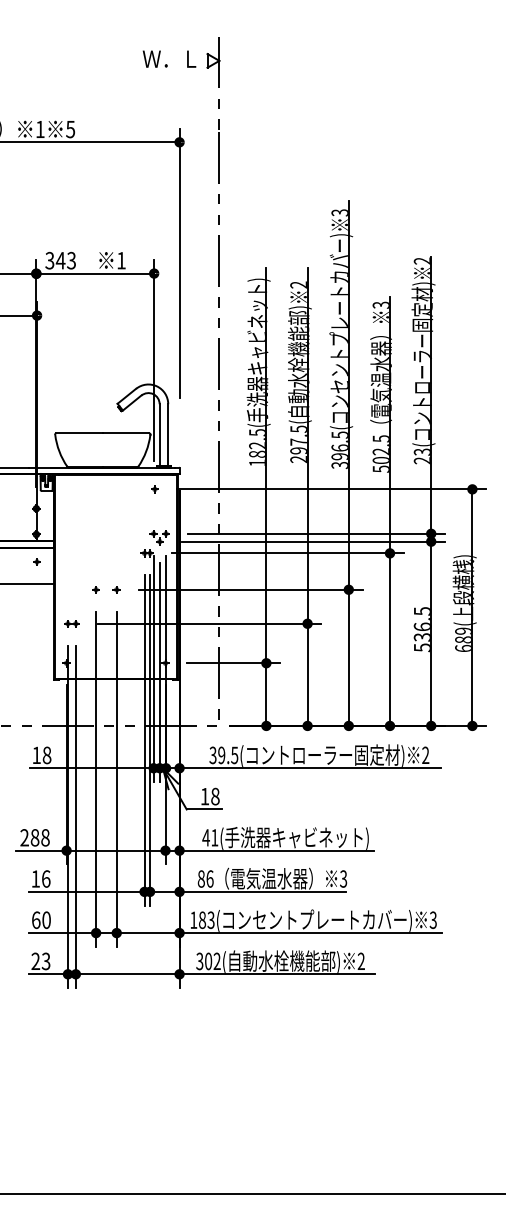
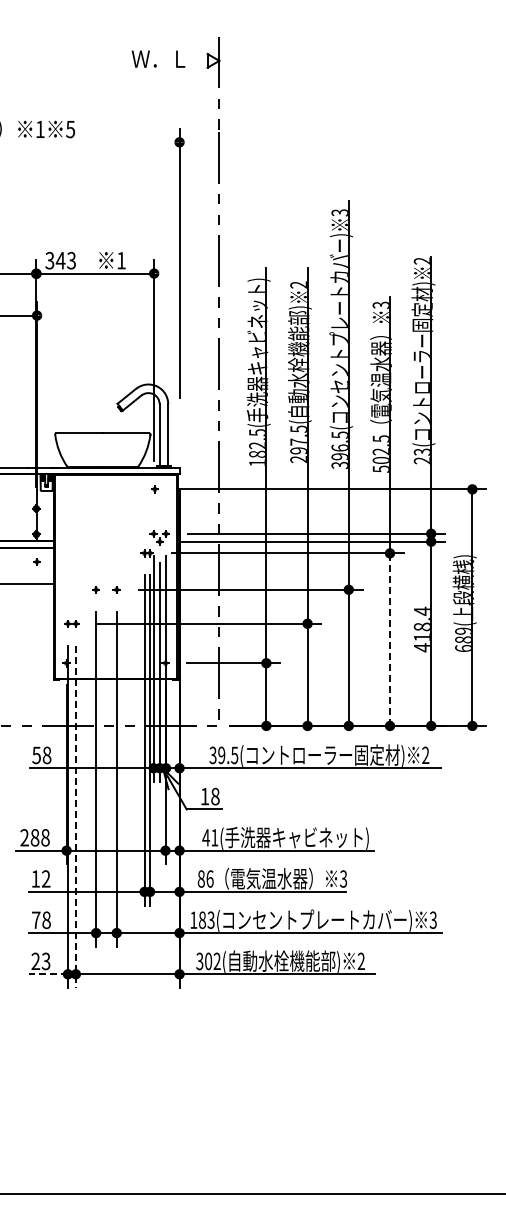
text at (169, 58) position: (169, 58) -> (158, 58)
line at (90, 142): present -> none
text at (421, 629): 536.5 -> 418.4
line at (390, 639): solid -> dashed
text at (36, 755): 18 -> 58
line at (75, 817): solid -> dashed
text at (46, 878): 16 -> 12
text at (41, 920): 60 -> 78
line at (48, 974): solid -> dashed
